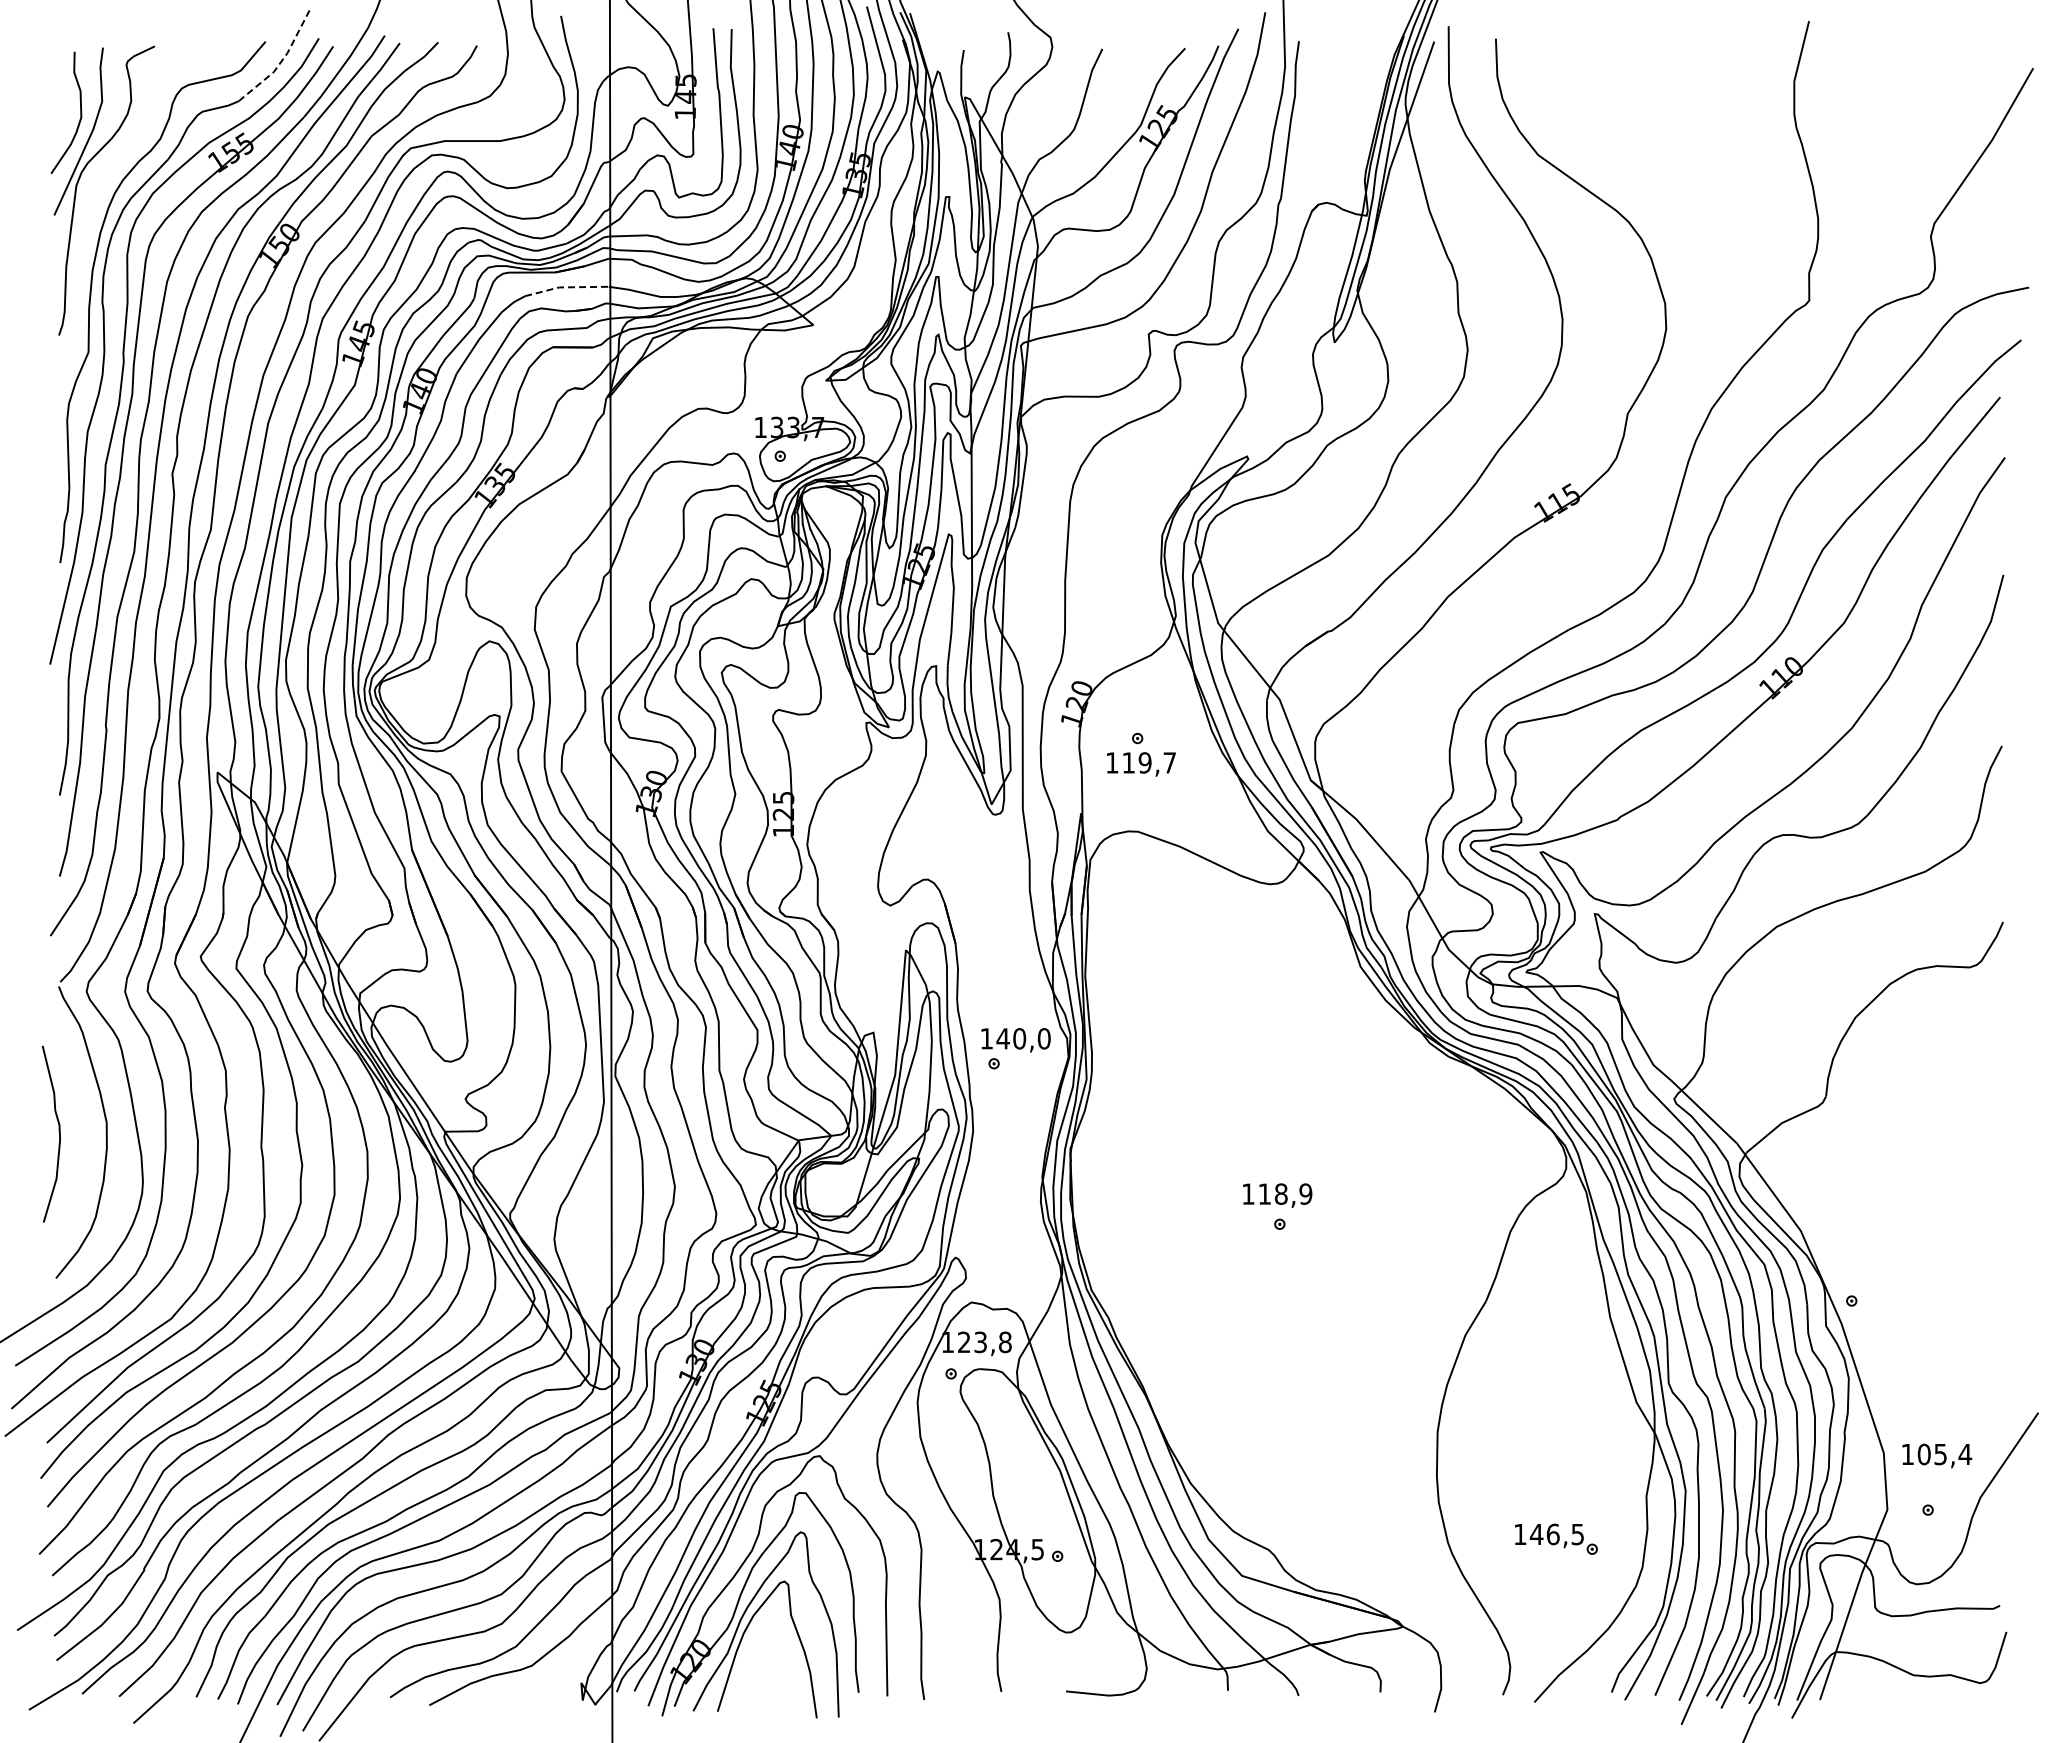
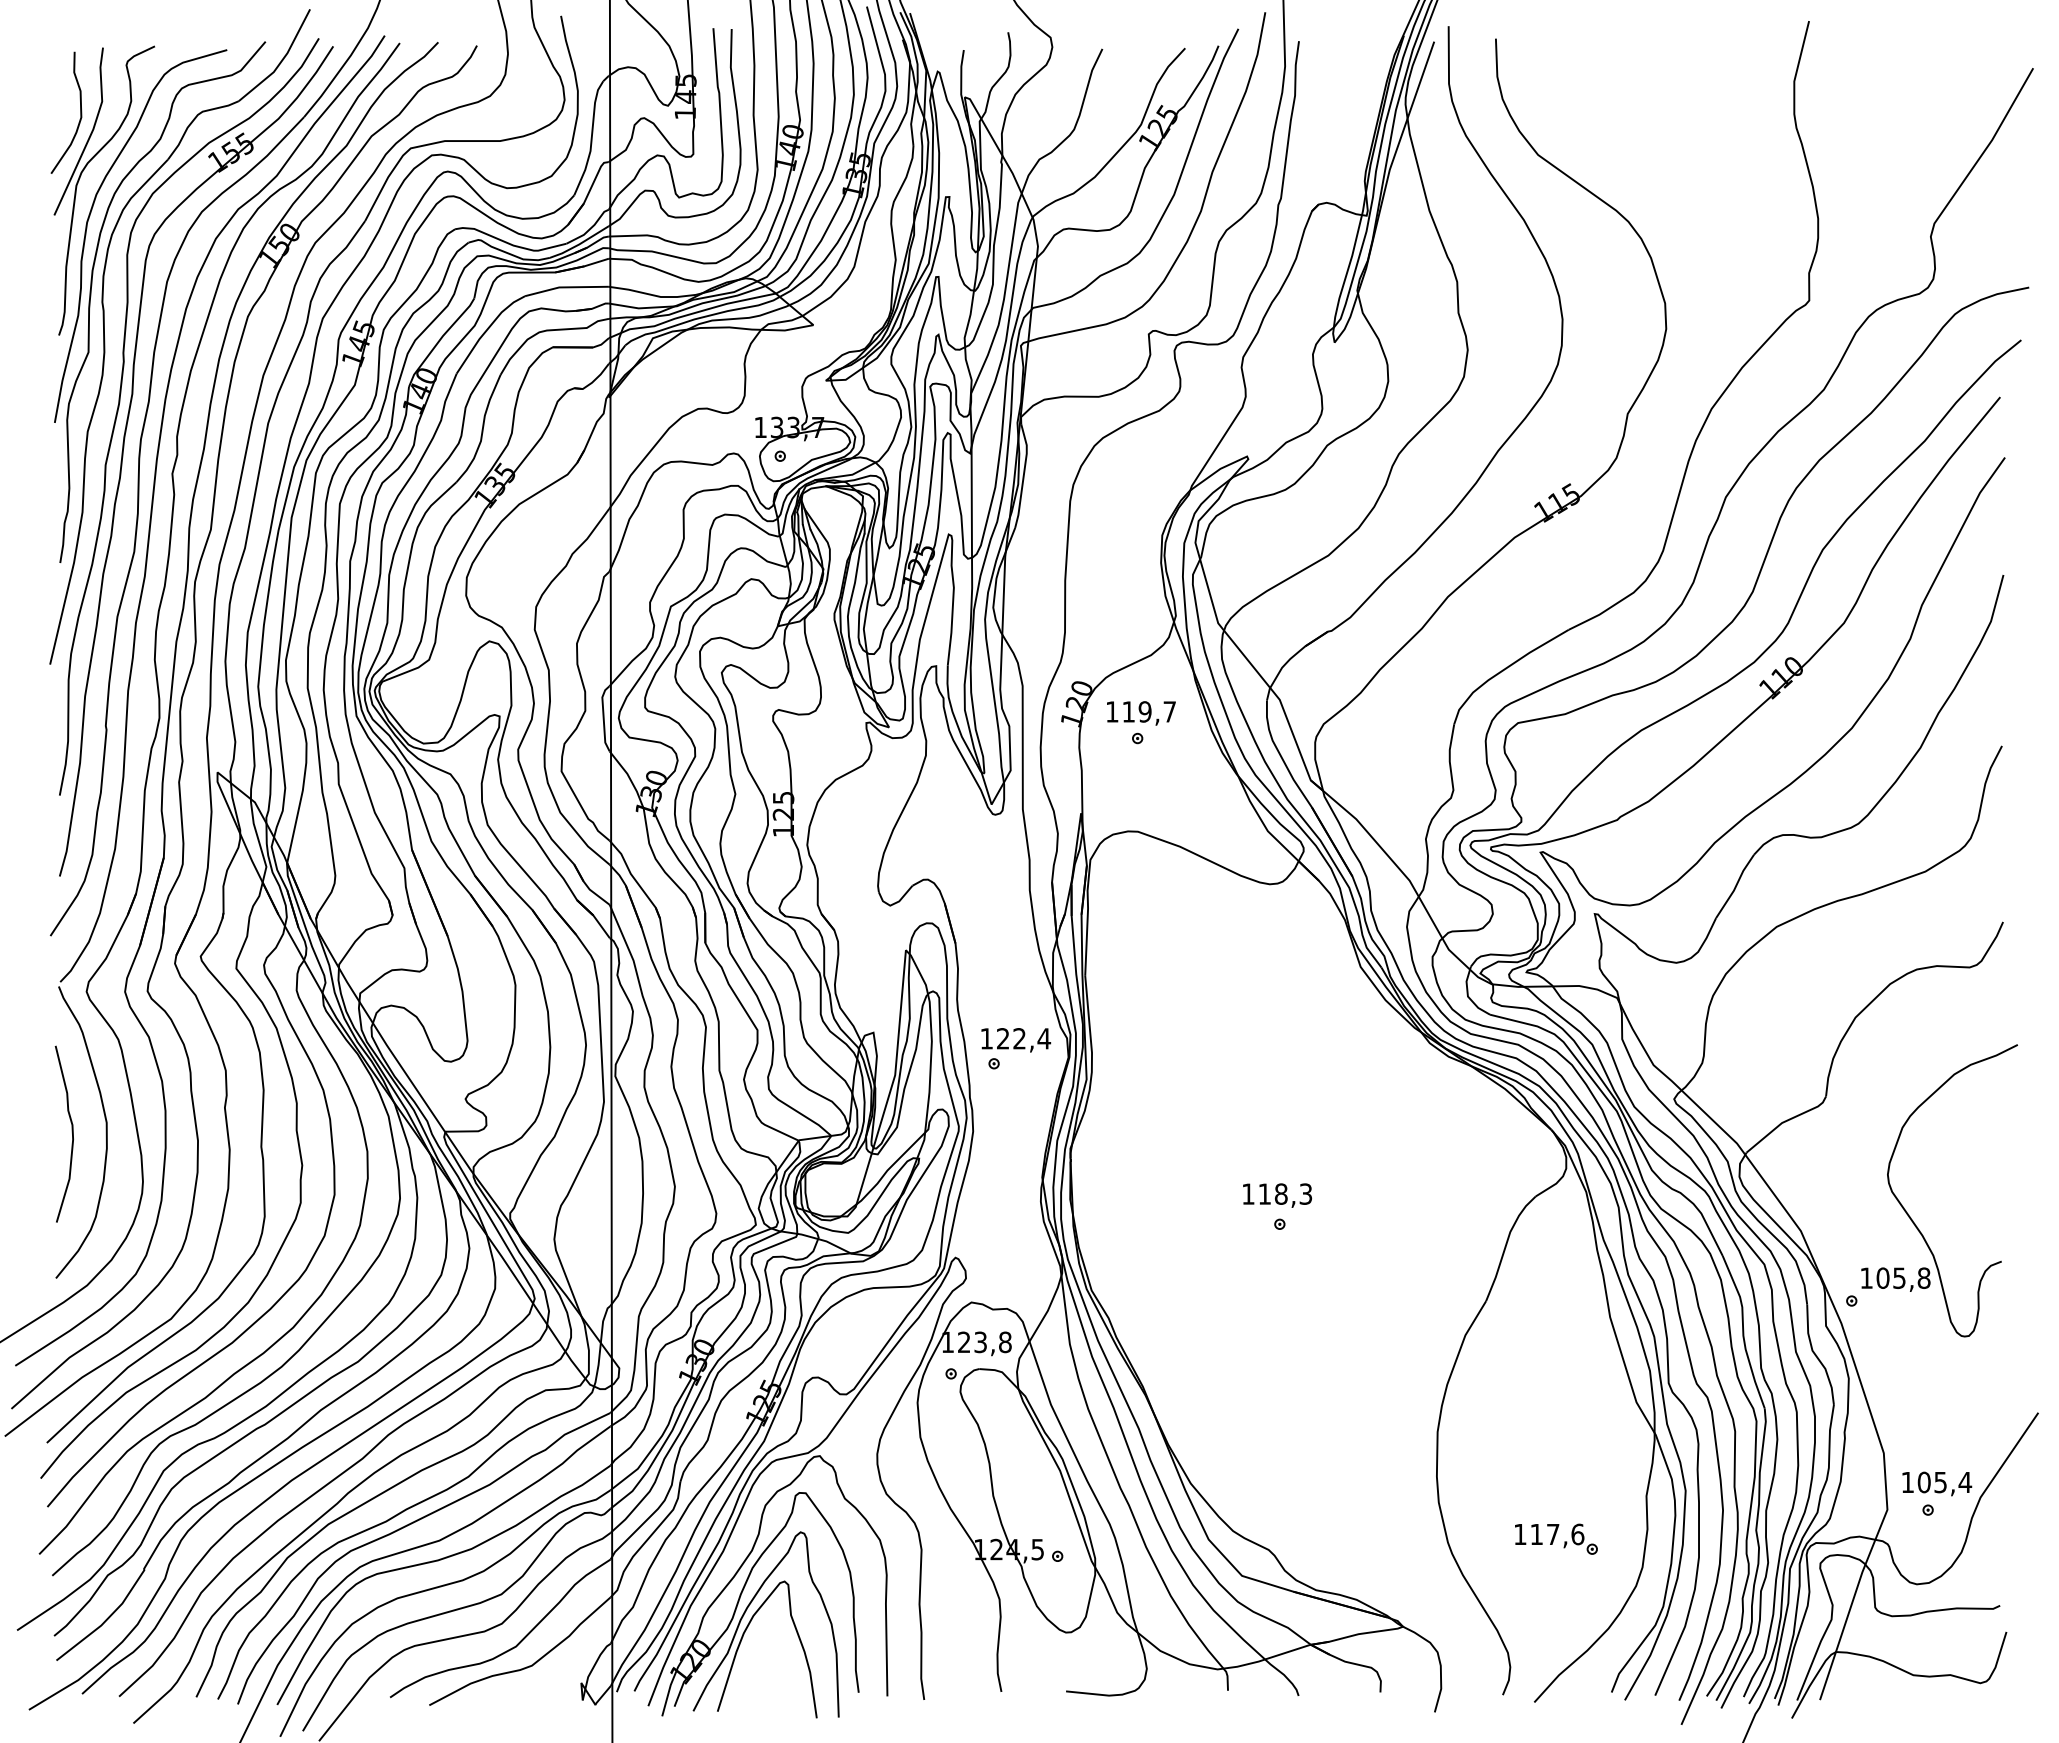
line at (281, 61): dashed -> solid
curve at (89, 219): none -> present
line at (566, 287): dashed -> solid
text at (1141, 764) position: (1141, 764) -> (1141, 713)
text at (1023, 1038): 140,0 -> 122,4
curve at (58, 1132) position: (58, 1132) -> (71, 1132)
text at (1305, 1193): 118,9 -> 118,3
part at (1906, 1210): none -> present
text at (1937, 1455) position: (1937, 1455) -> (1937, 1483)
text at (1556, 1534): 146,5 -> 117,6
